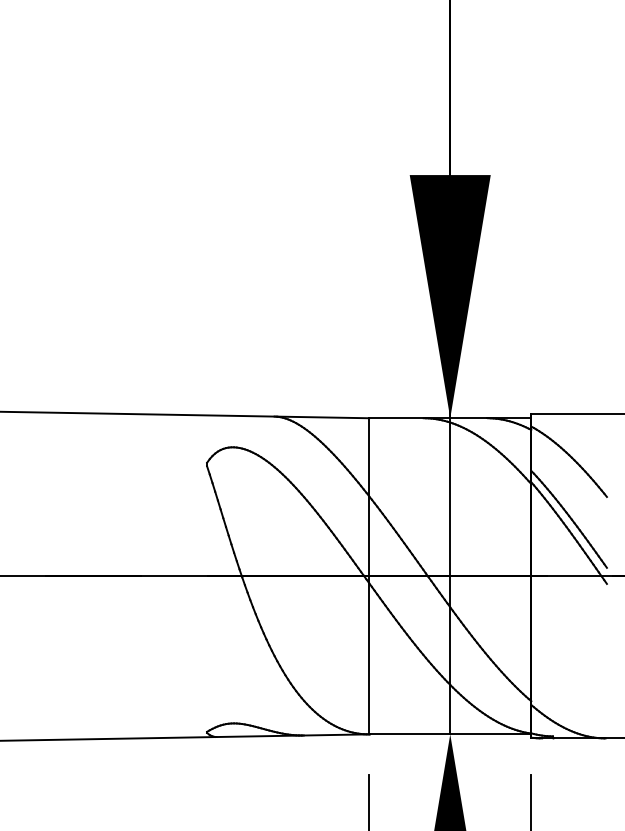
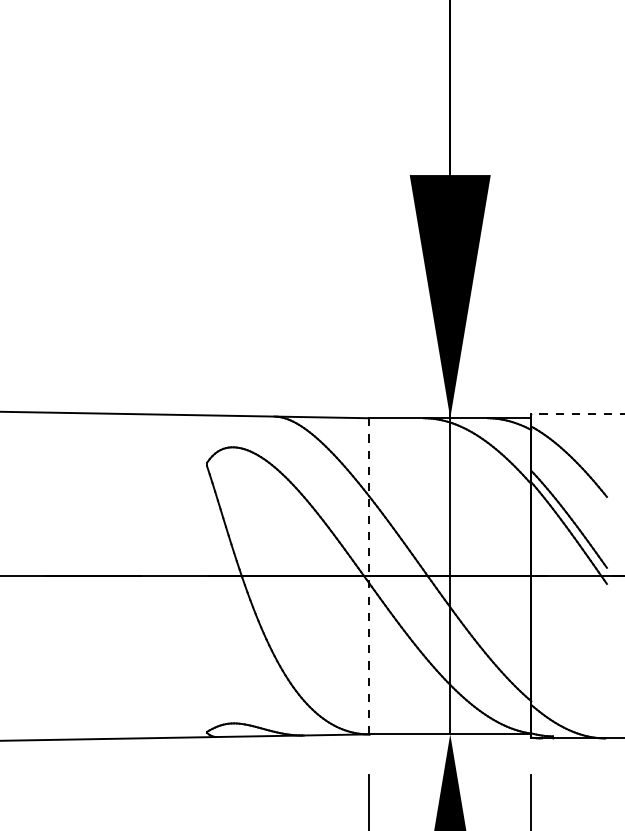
line at (577, 414): solid -> dashed
line at (369, 575): solid -> dashed
